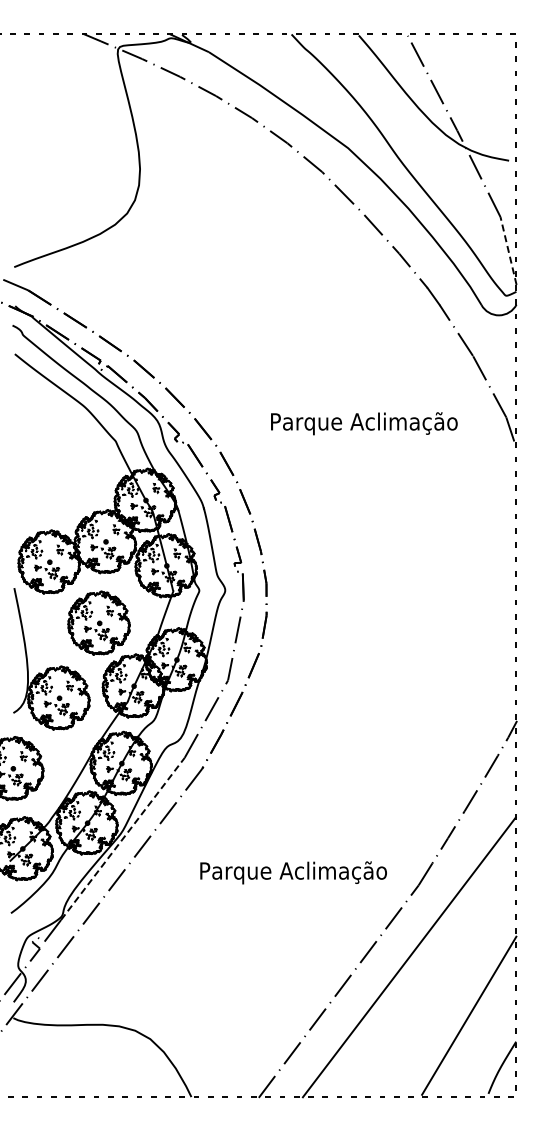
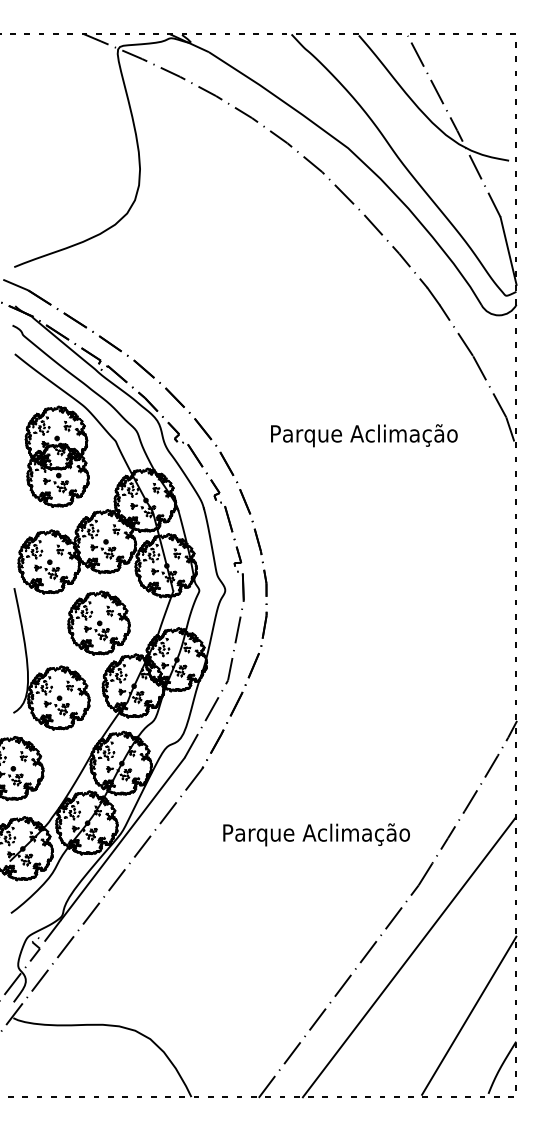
line at (508, 251): dashed -> solid
text at (364, 423) position: (364, 423) -> (364, 435)
part at (56, 456): none -> present
line at (122, 838): dashed -> solid
text at (293, 872) position: (293, 872) -> (316, 834)
